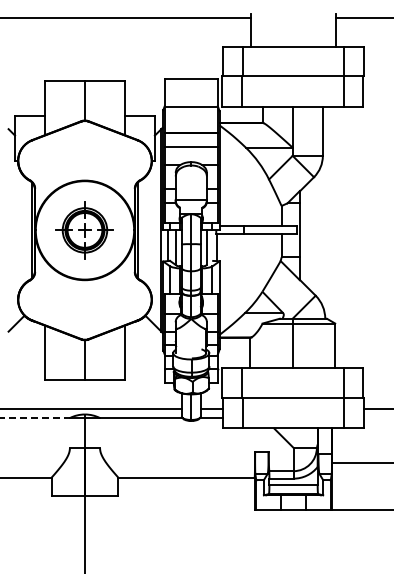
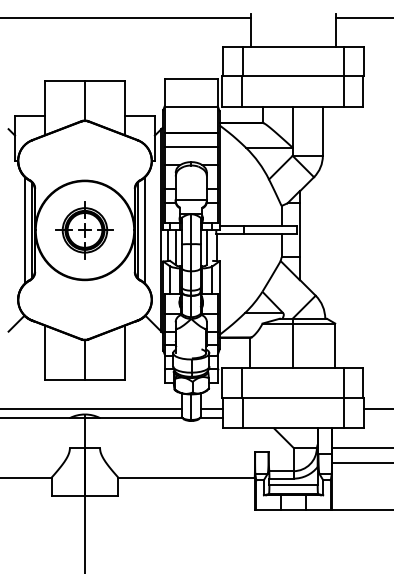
line at (25, 230): none -> present
line at (144, 230): none -> present
line at (35, 418): dashed -> solid
line at (361, 447): none -> present
